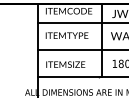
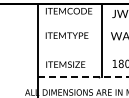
line at (81, 23): present -> none
line at (81, 50): present -> none
line at (84, 77): solid -> dashed
